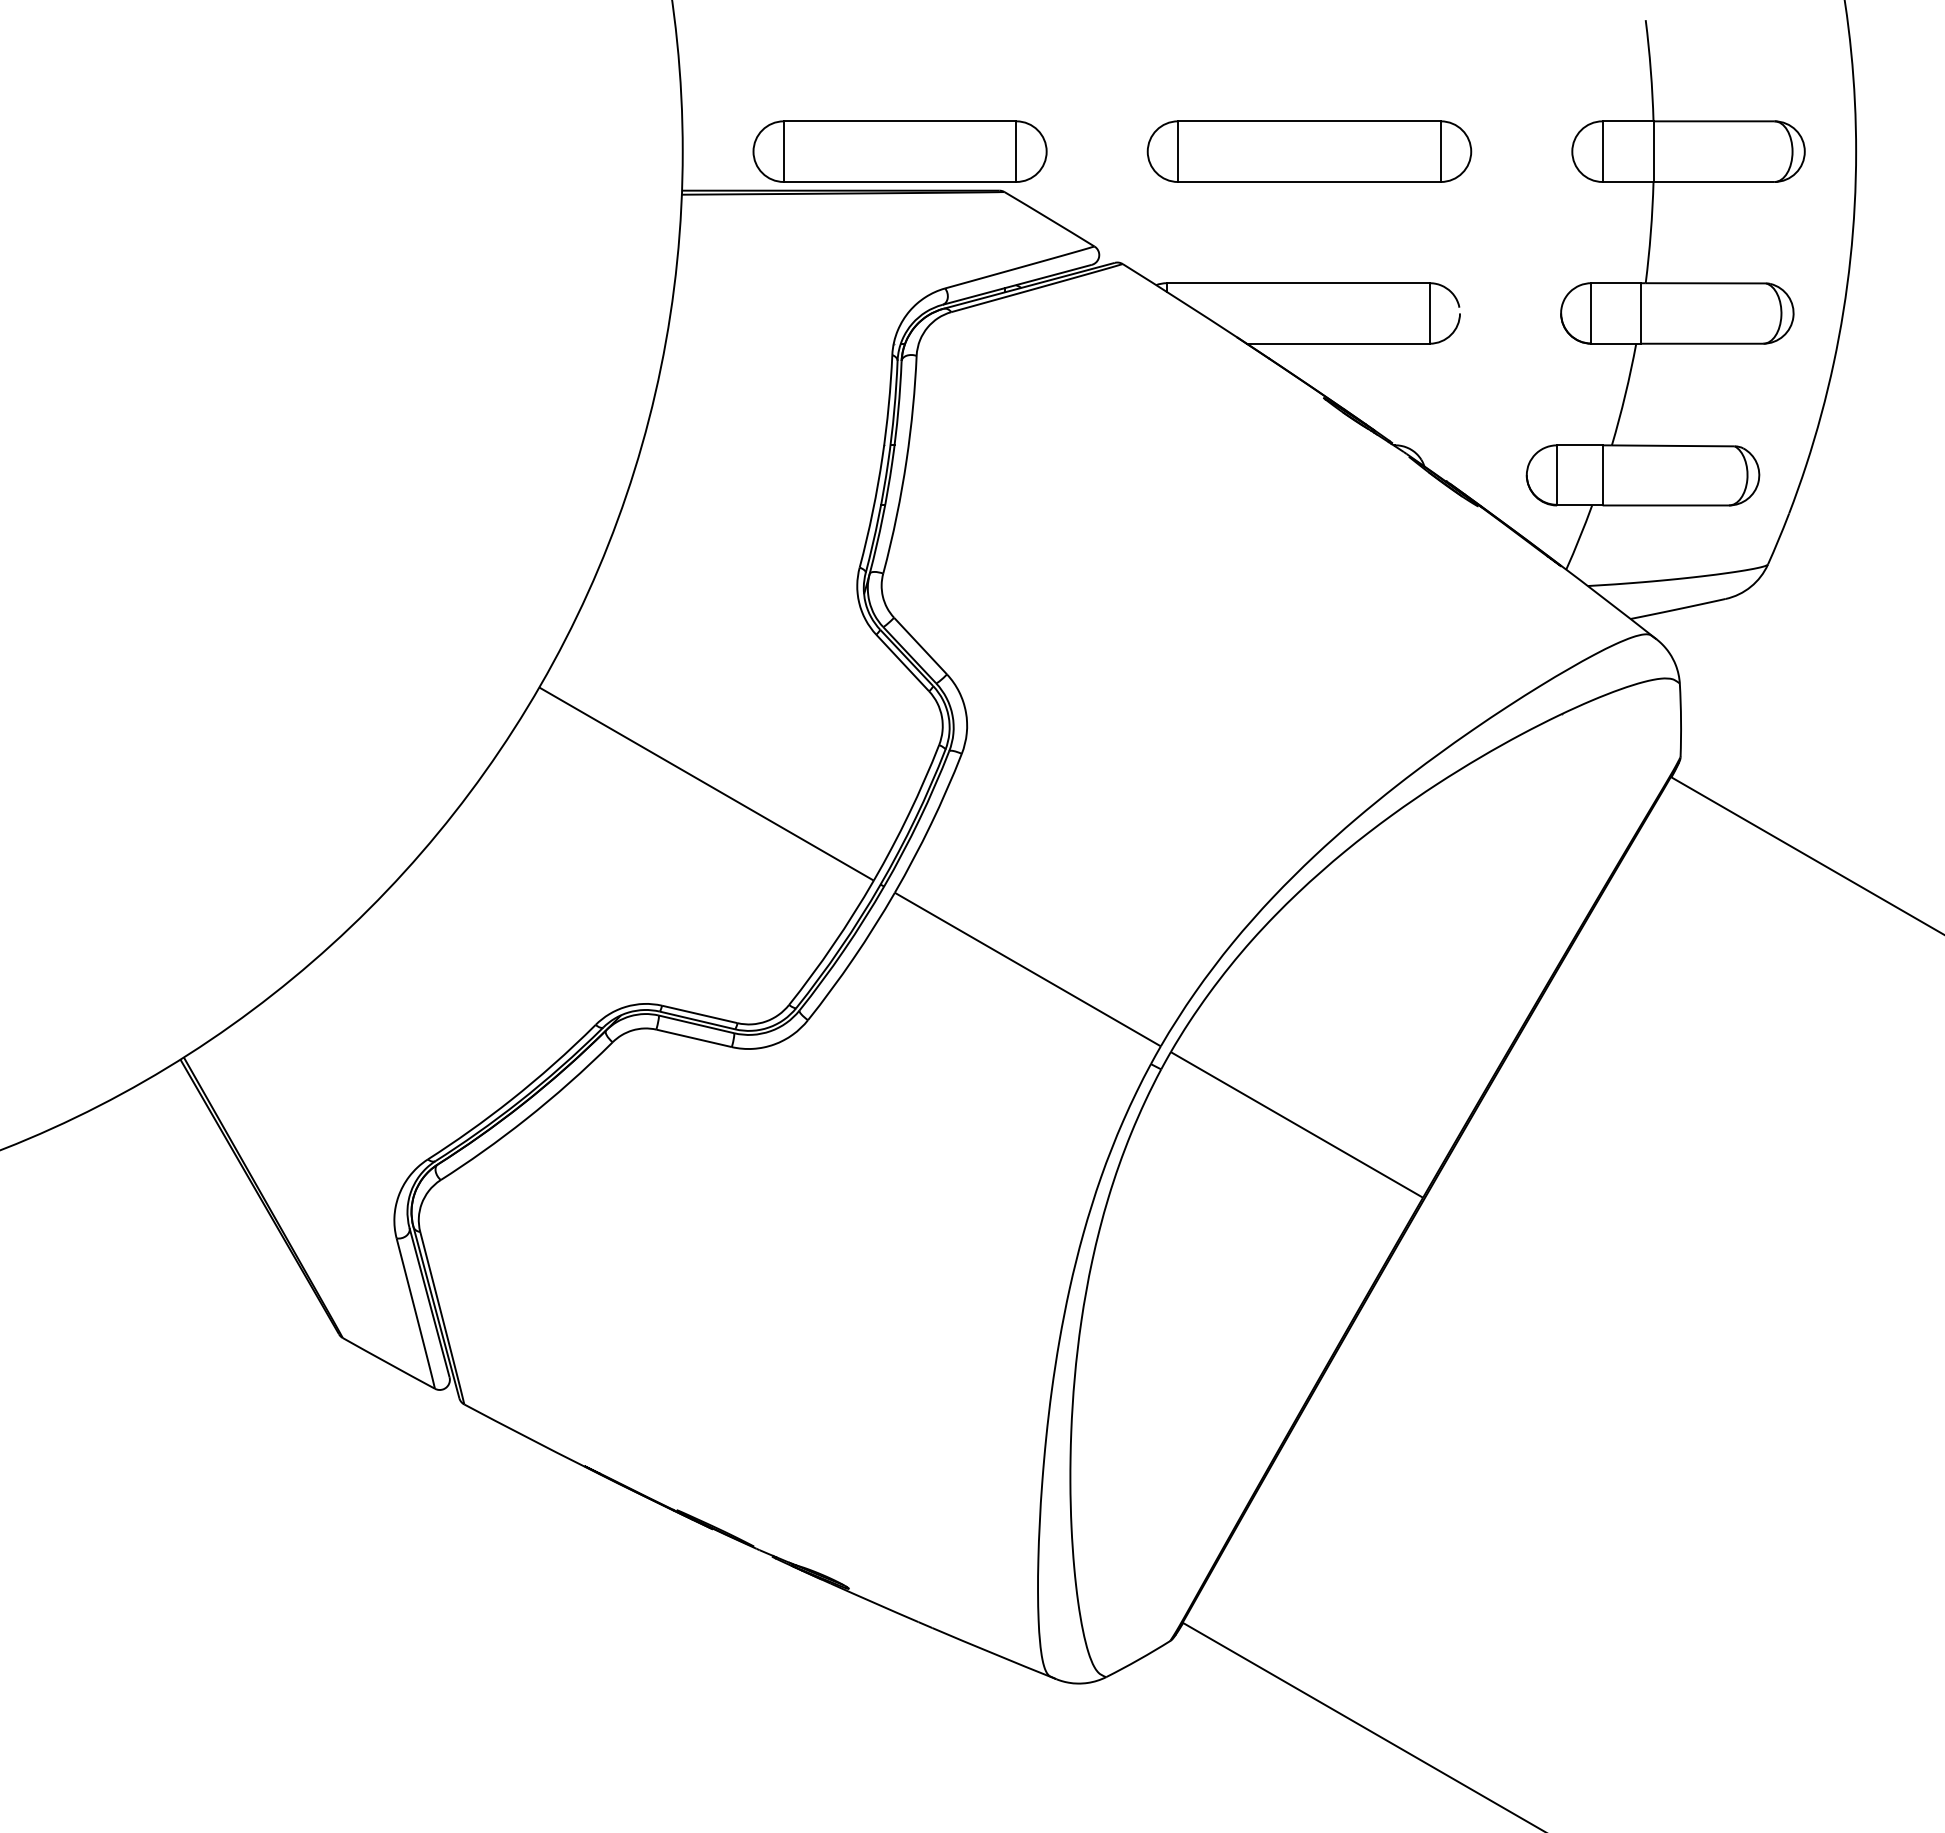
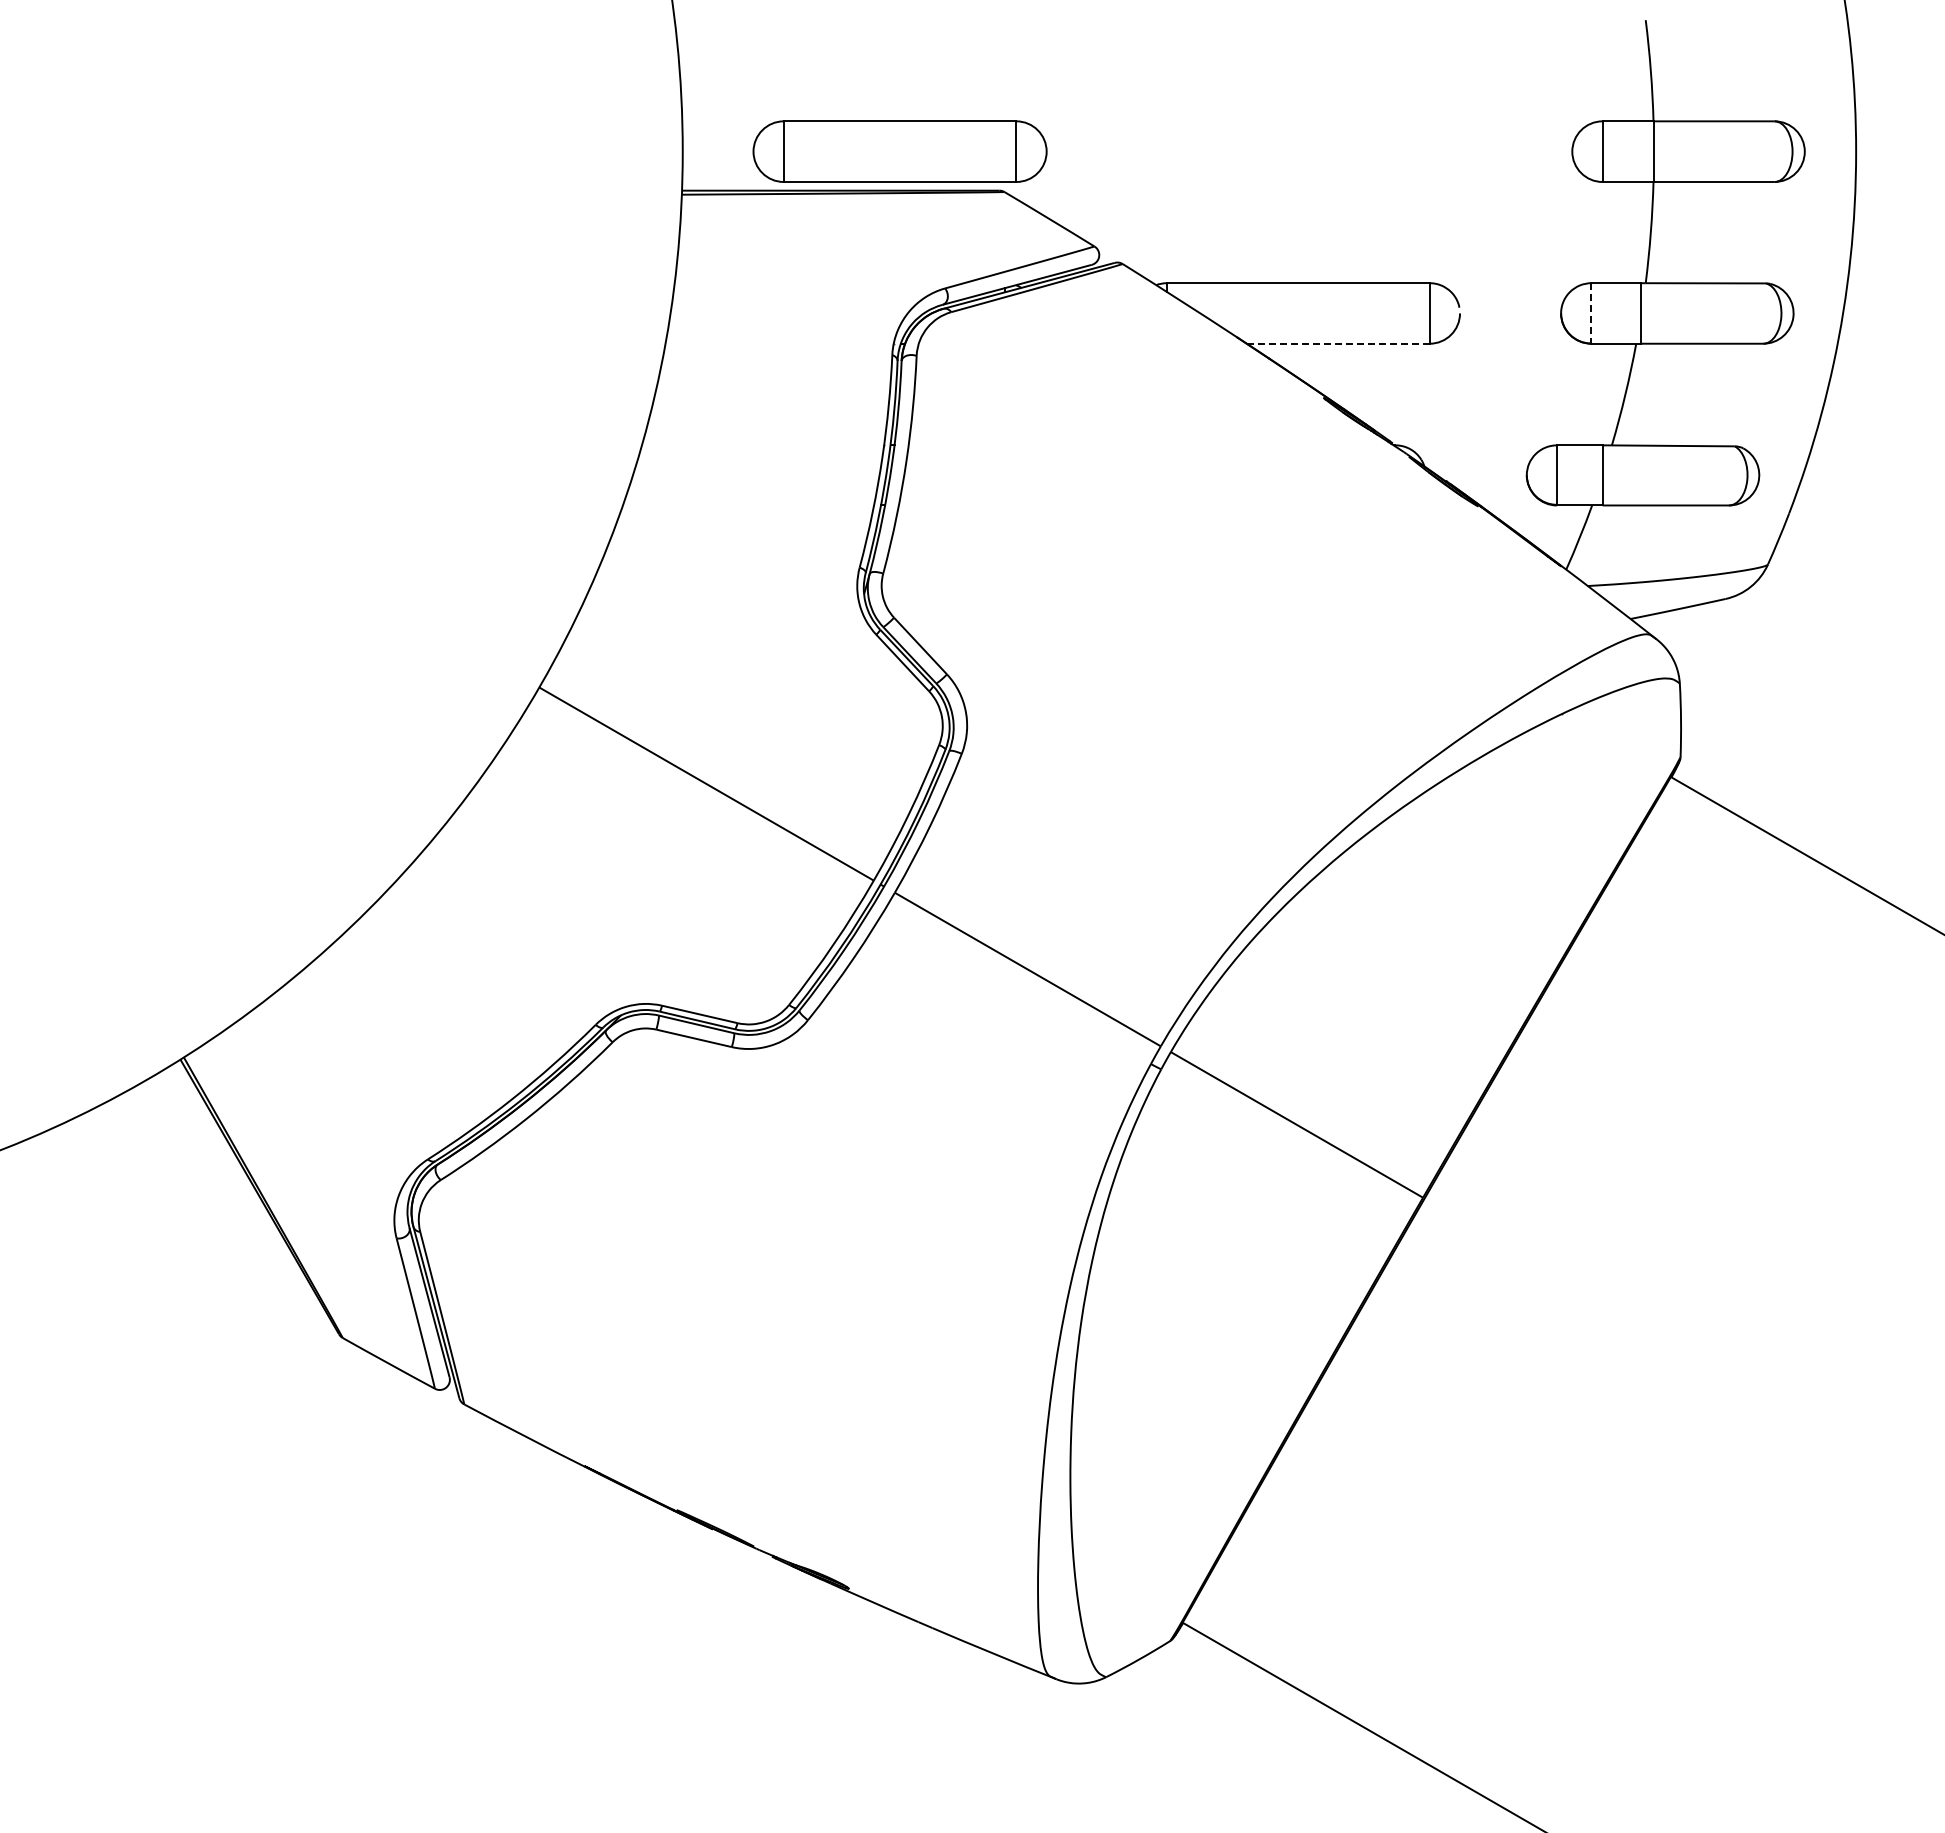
part at (1309, 151): present -> none
line at (1591, 313): solid -> dashed
line at (1337, 343): solid -> dashed
